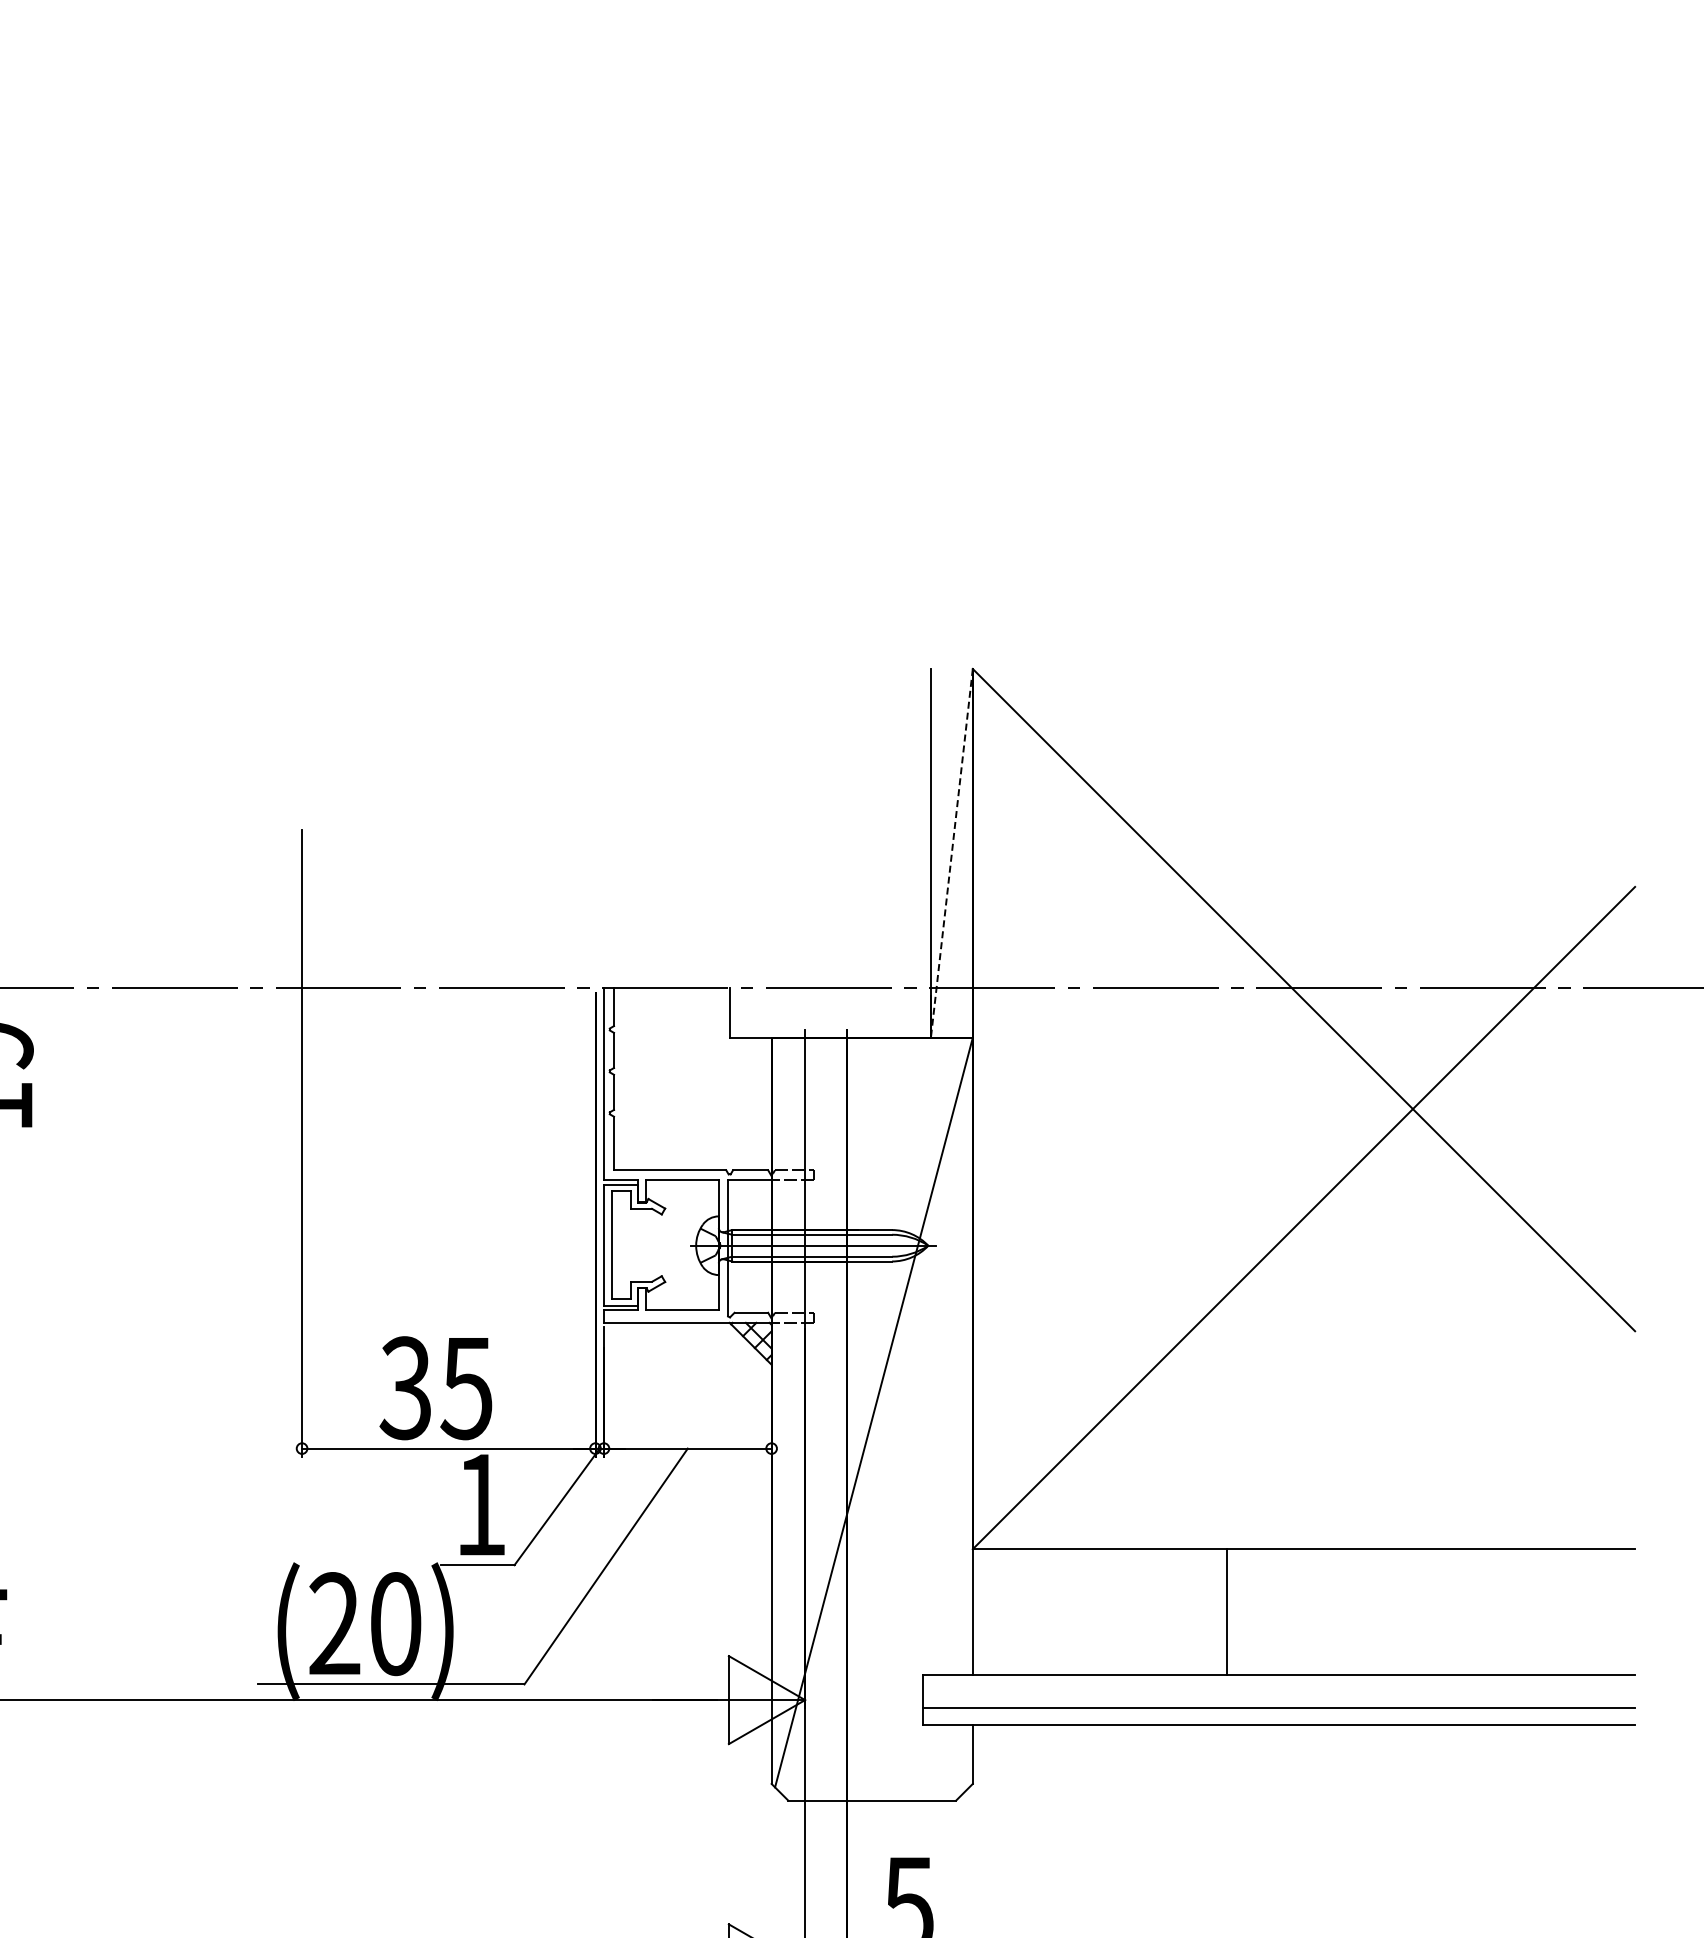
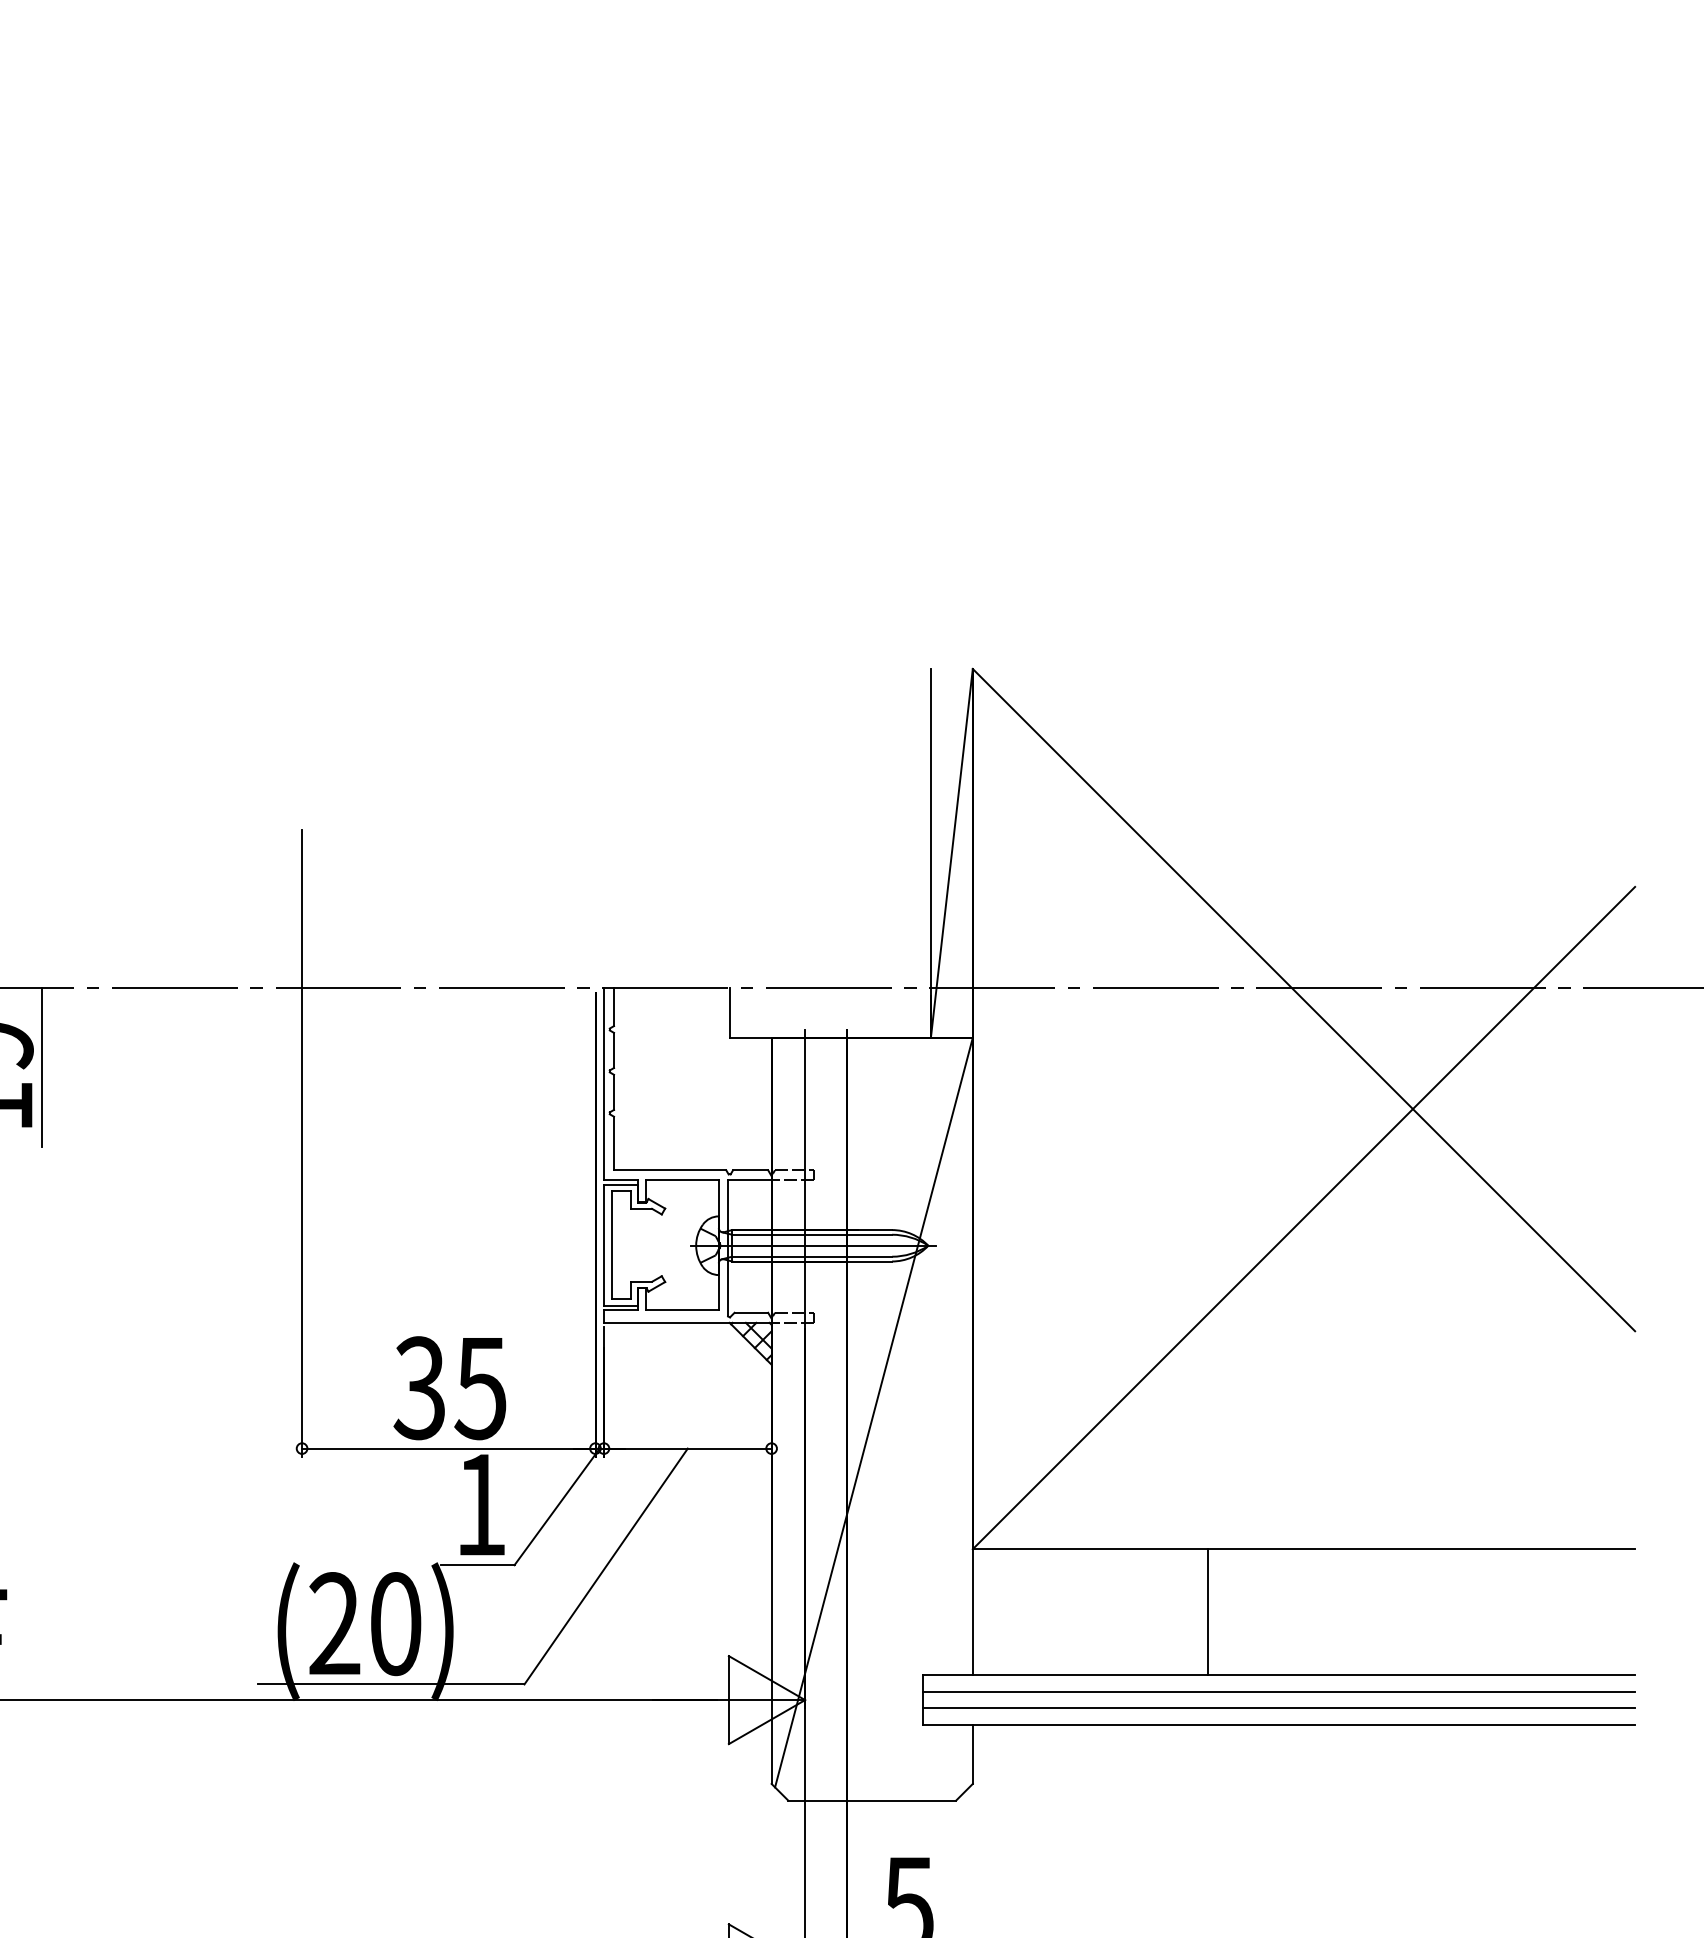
line at (951, 853): dashed -> solid
line at (42, 1067): none -> present
text at (435, 1388) position: (435, 1388) -> (449, 1388)
line at (1226, 1611) position: (1226, 1611) -> (1207, 1611)
line at (1278, 1691): none -> present
